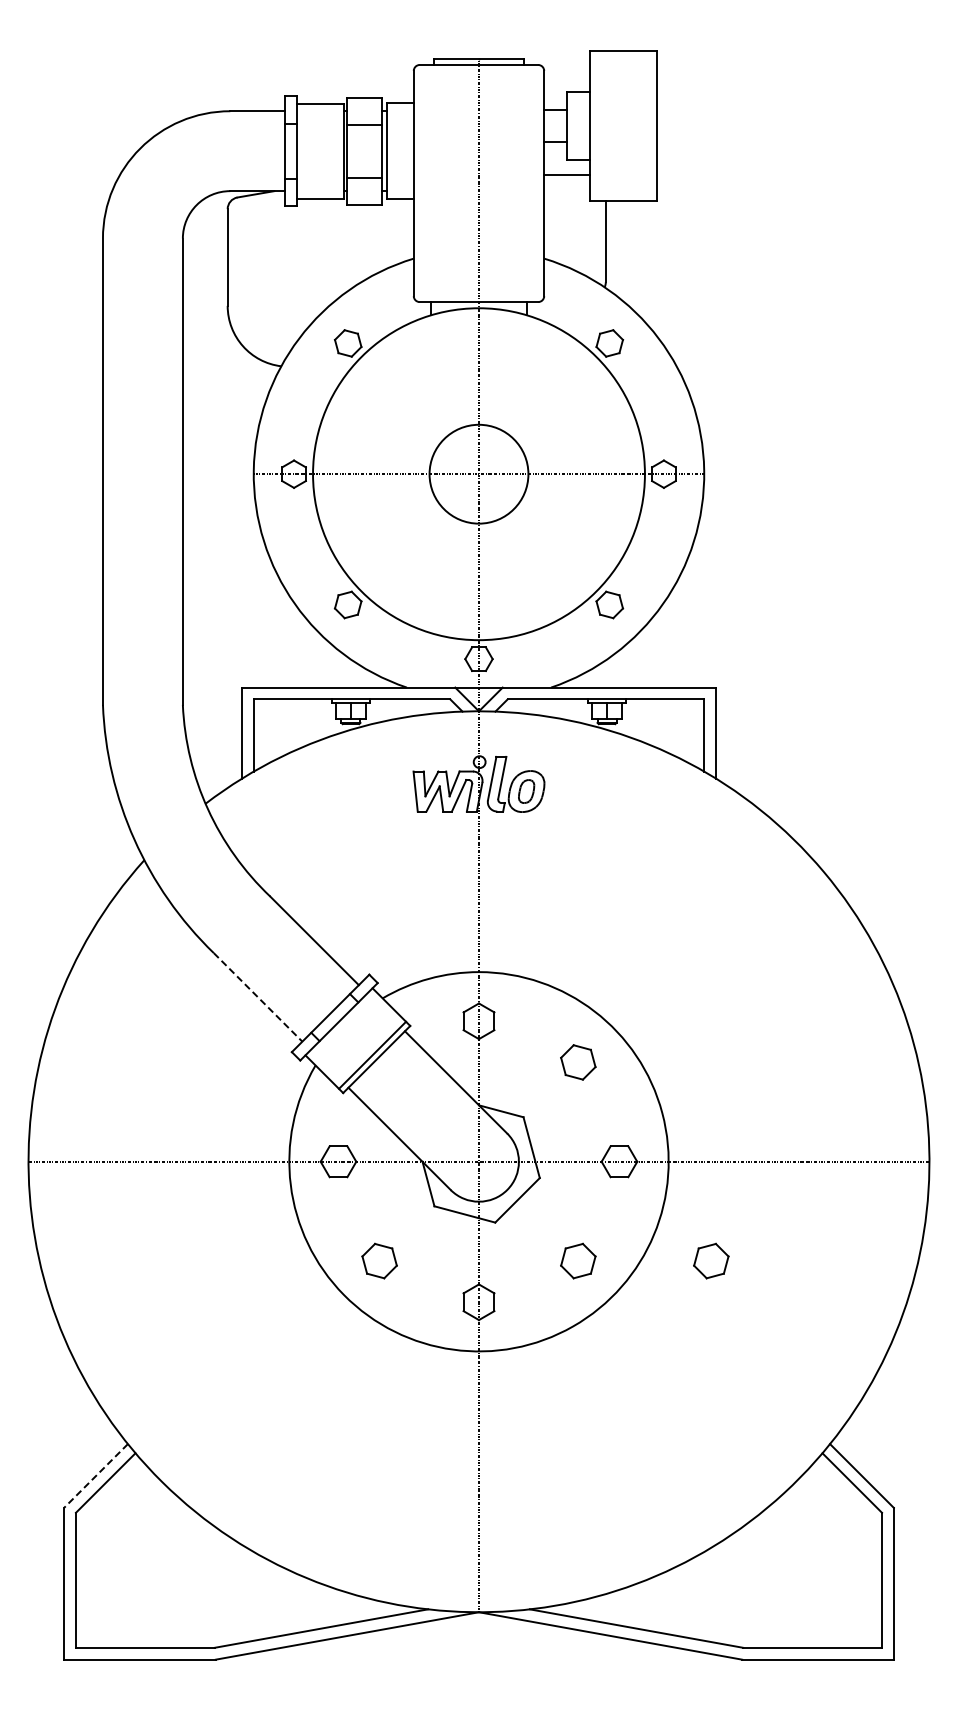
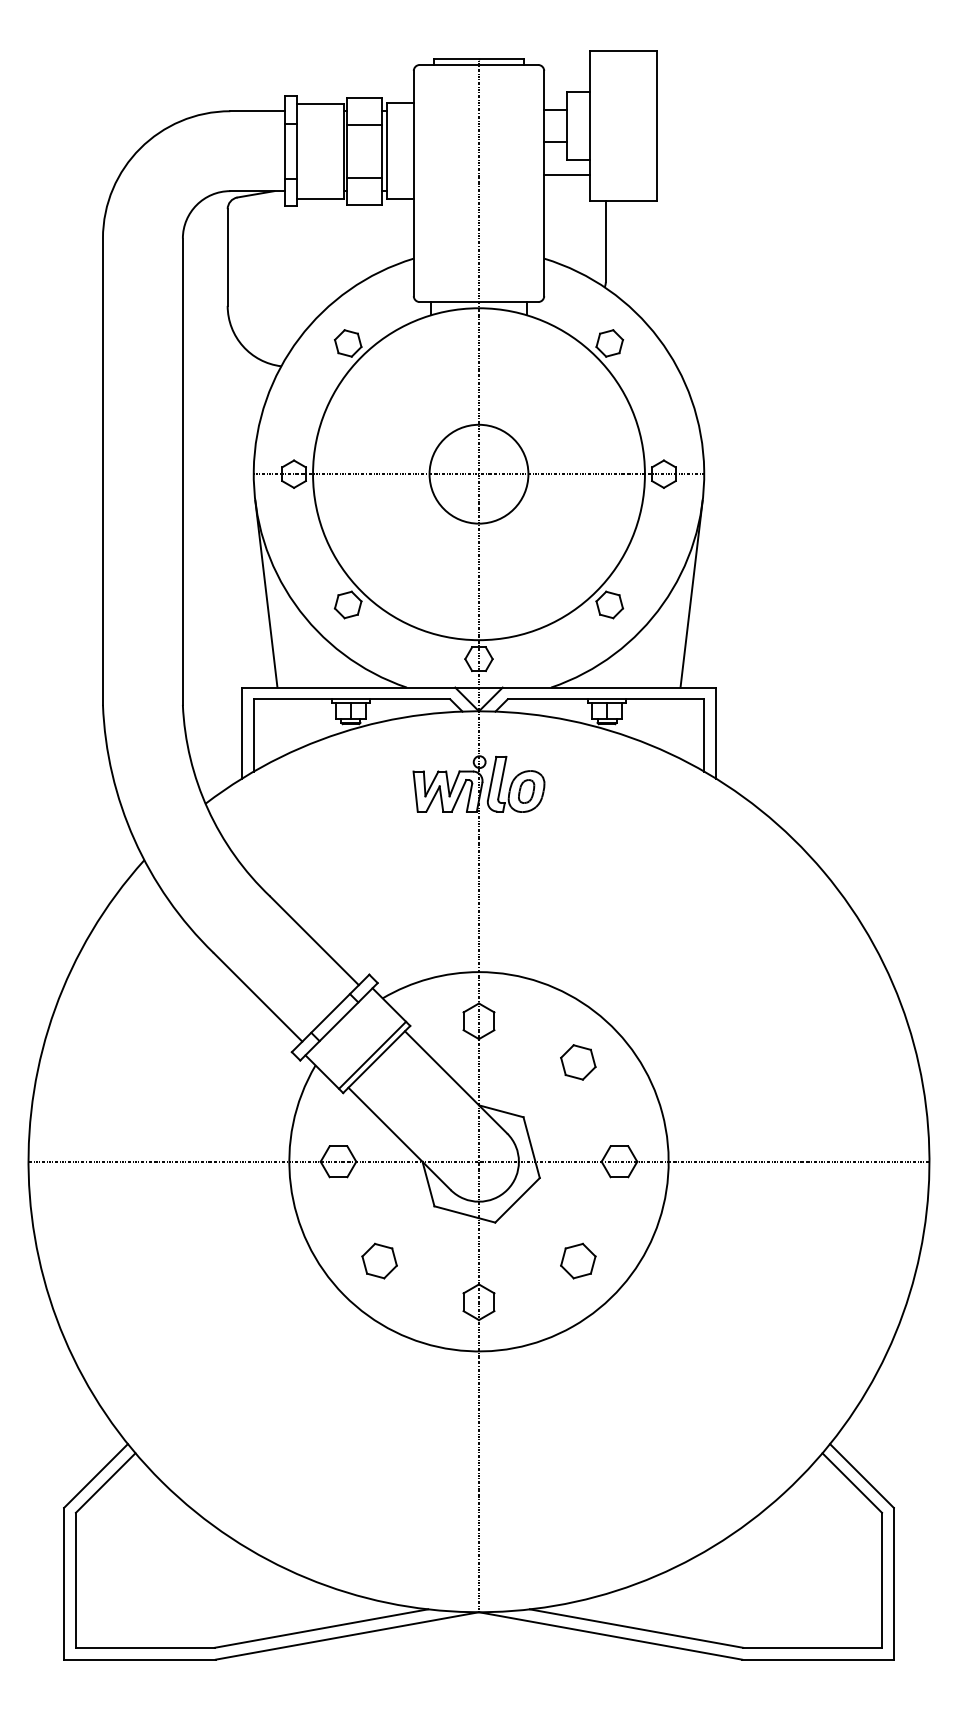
line at (266, 593): none -> present
line at (691, 593): none -> present
line at (258, 997): dashed -> solid
part at (711, 1260): present -> none
line at (95, 1476): dashed -> solid
